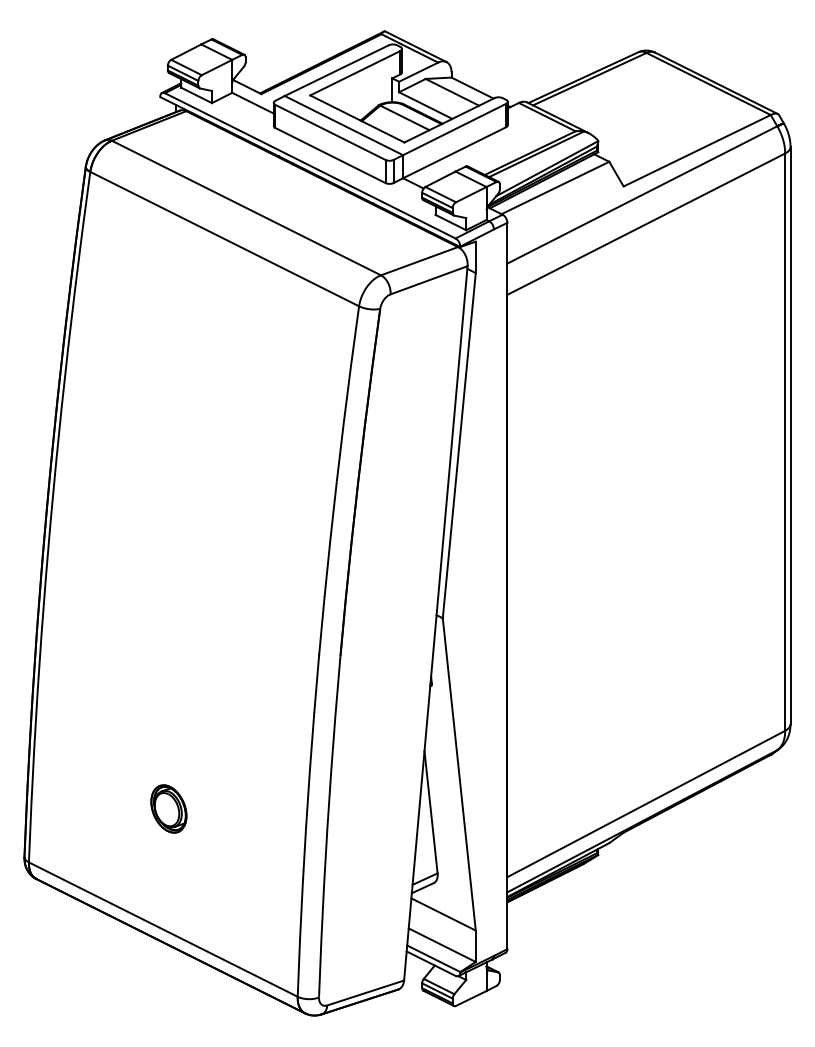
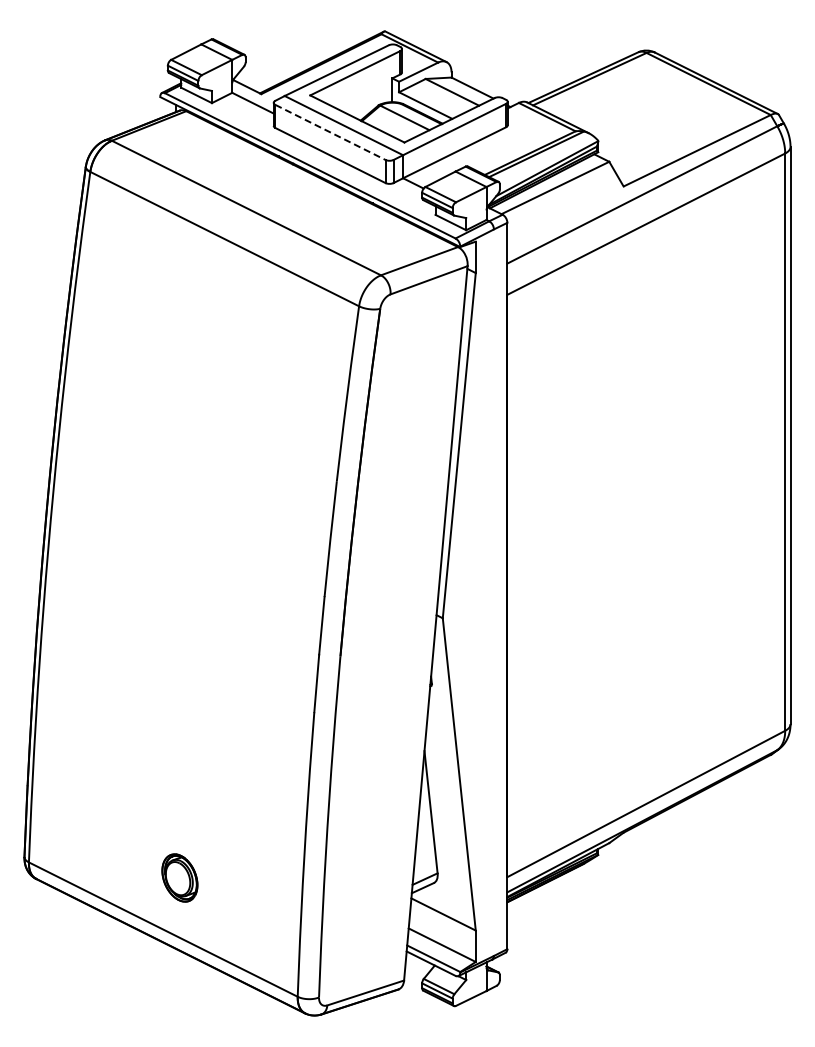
line at (330, 132): solid -> dashed
part at (168, 808) position: (168, 808) -> (179, 877)
